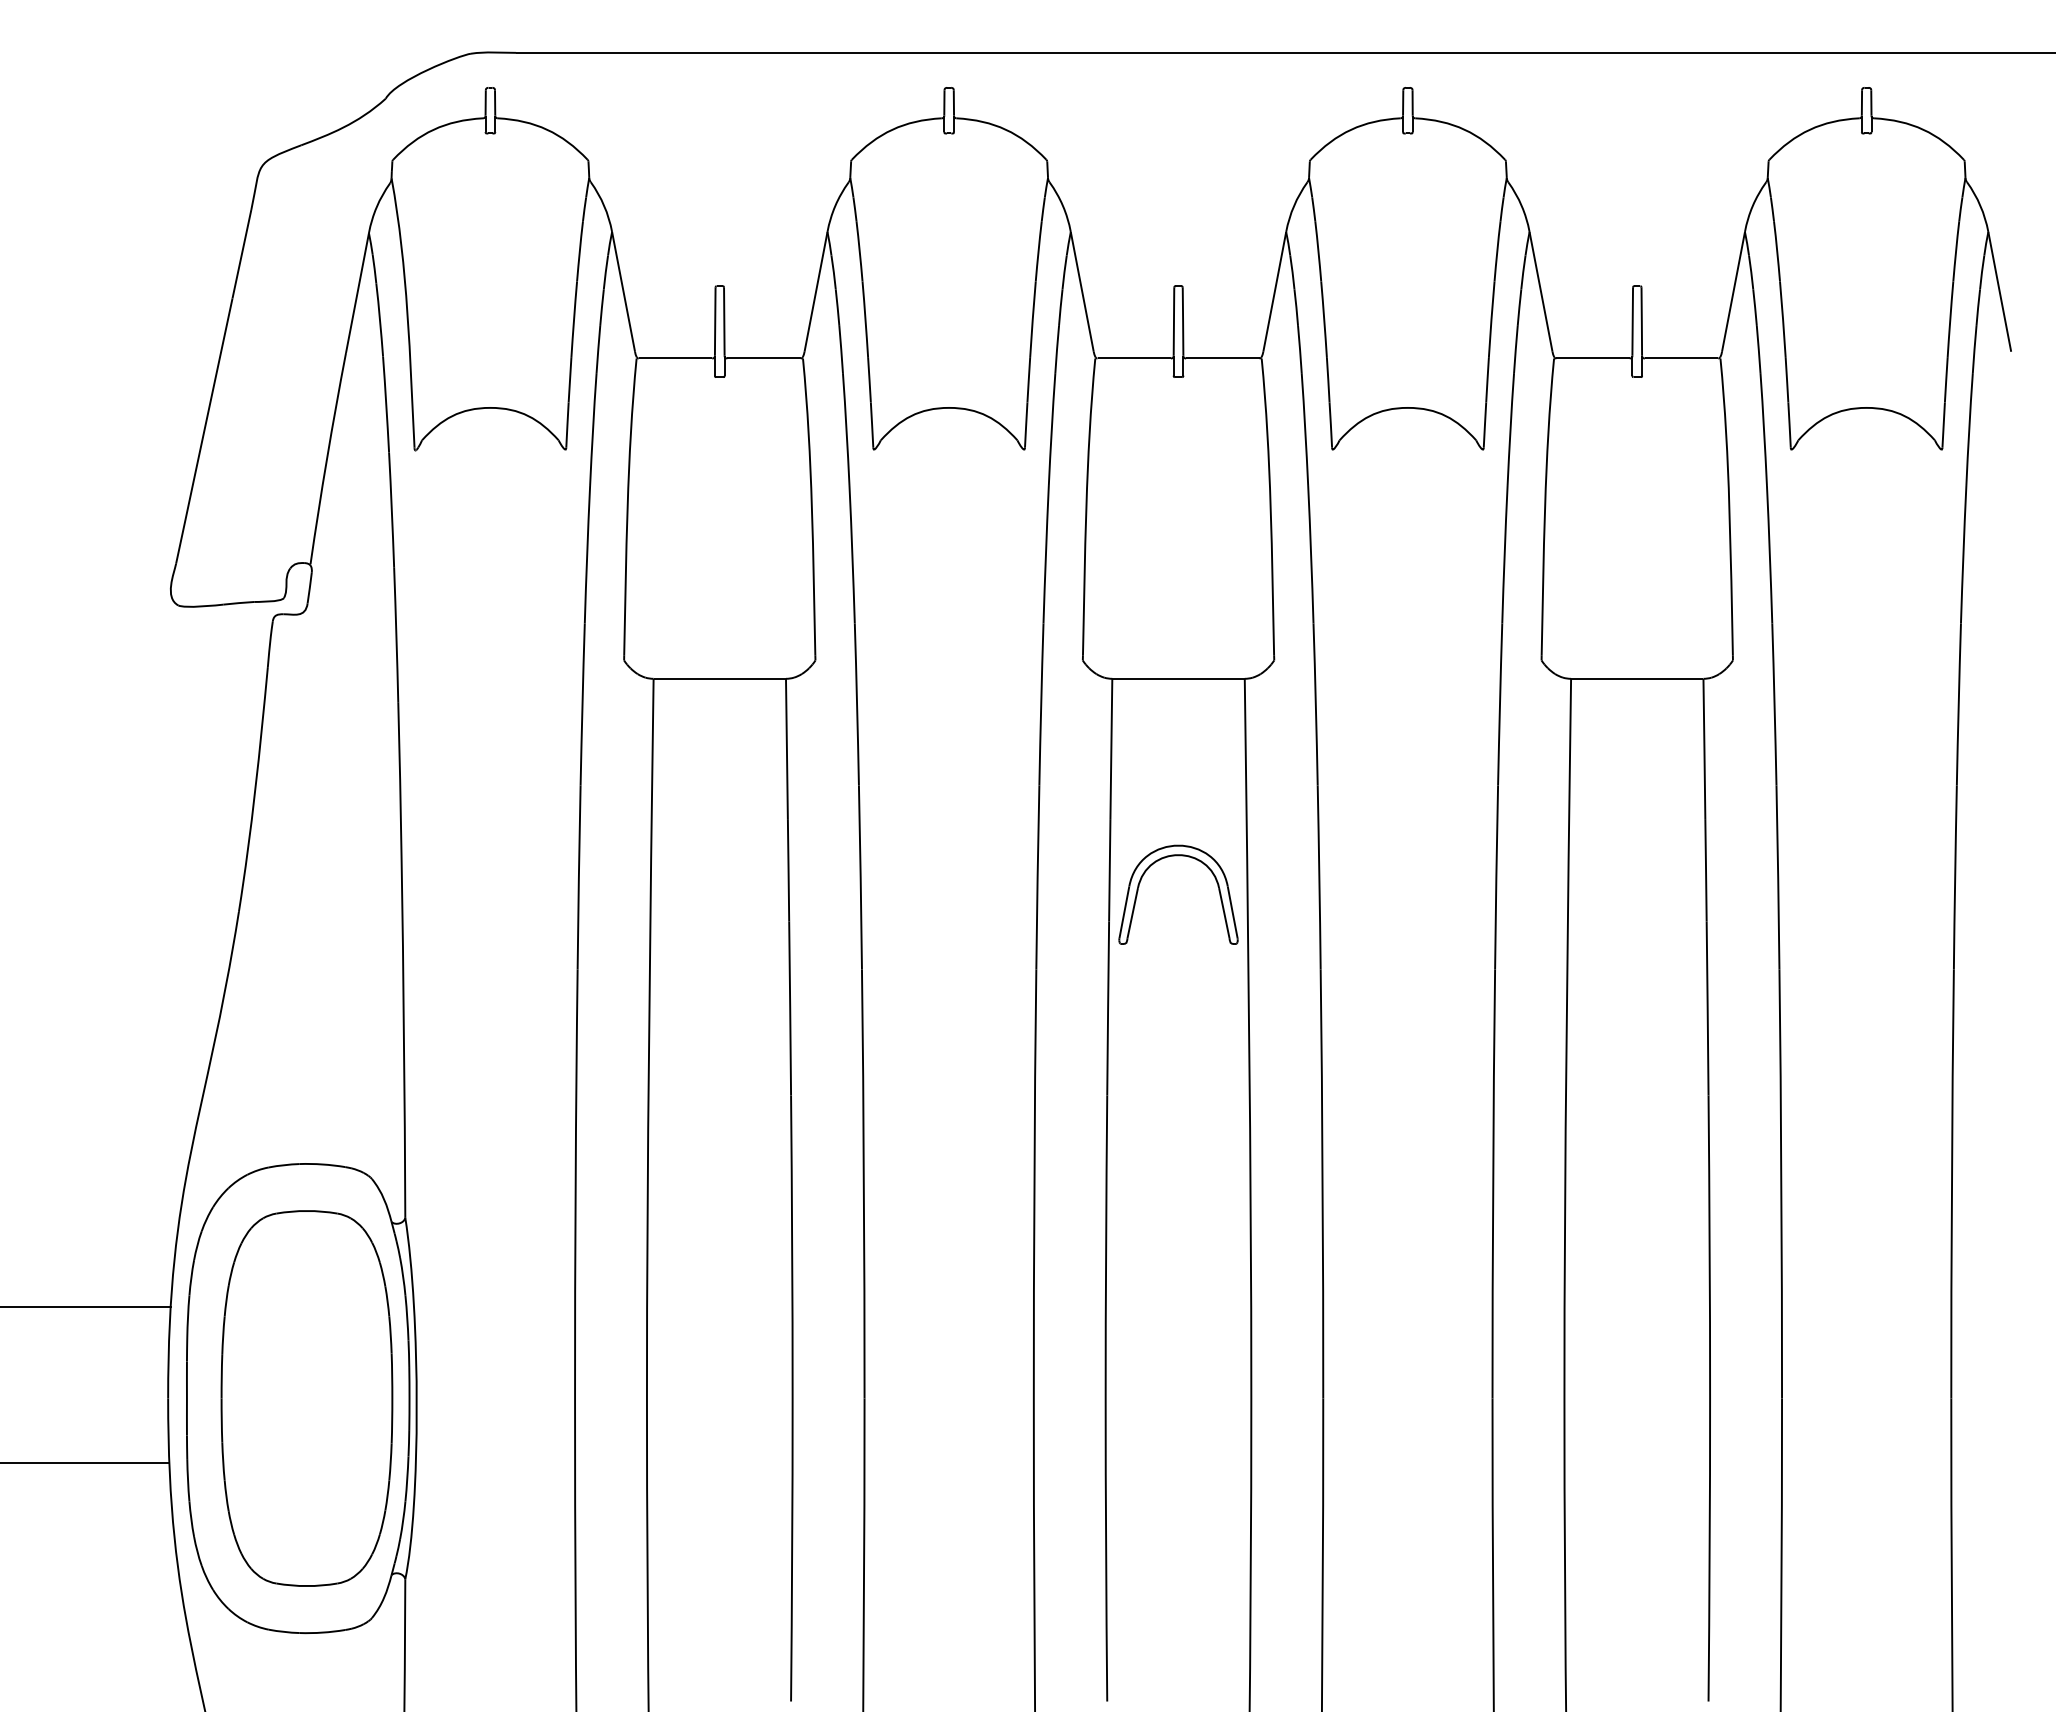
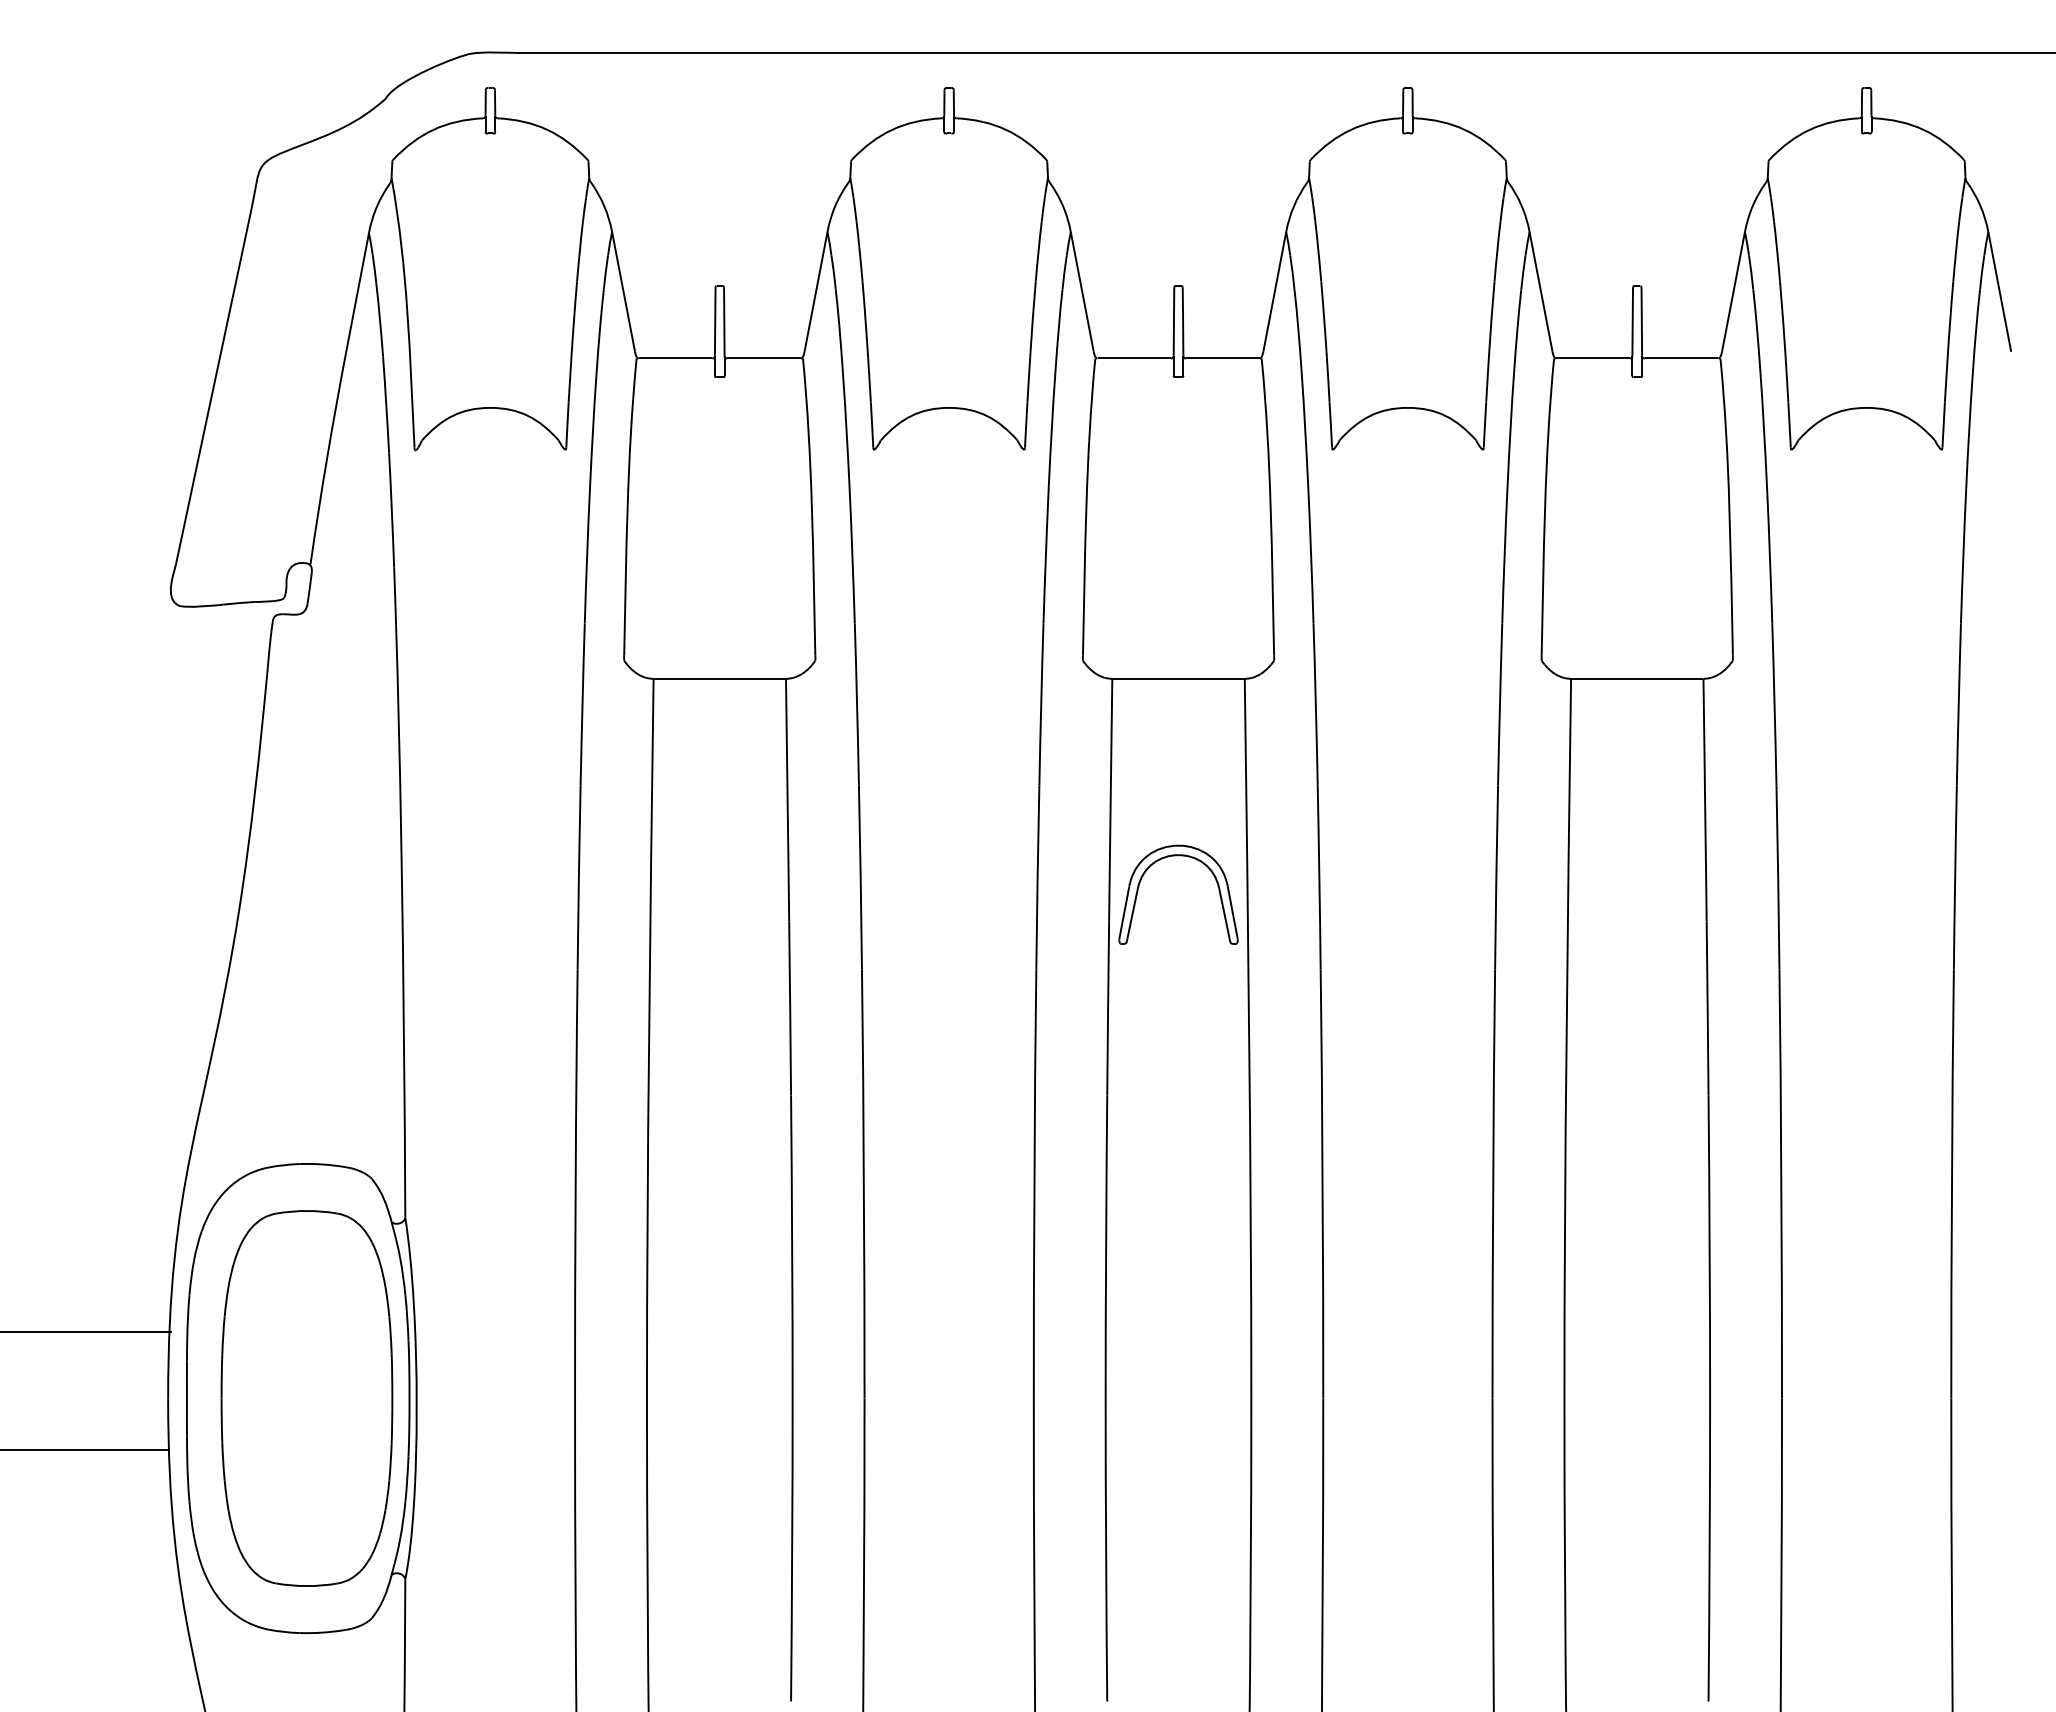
line at (86, 1307) position: (86, 1307) -> (86, 1332)
line at (85, 1463) position: (85, 1463) -> (85, 1450)
